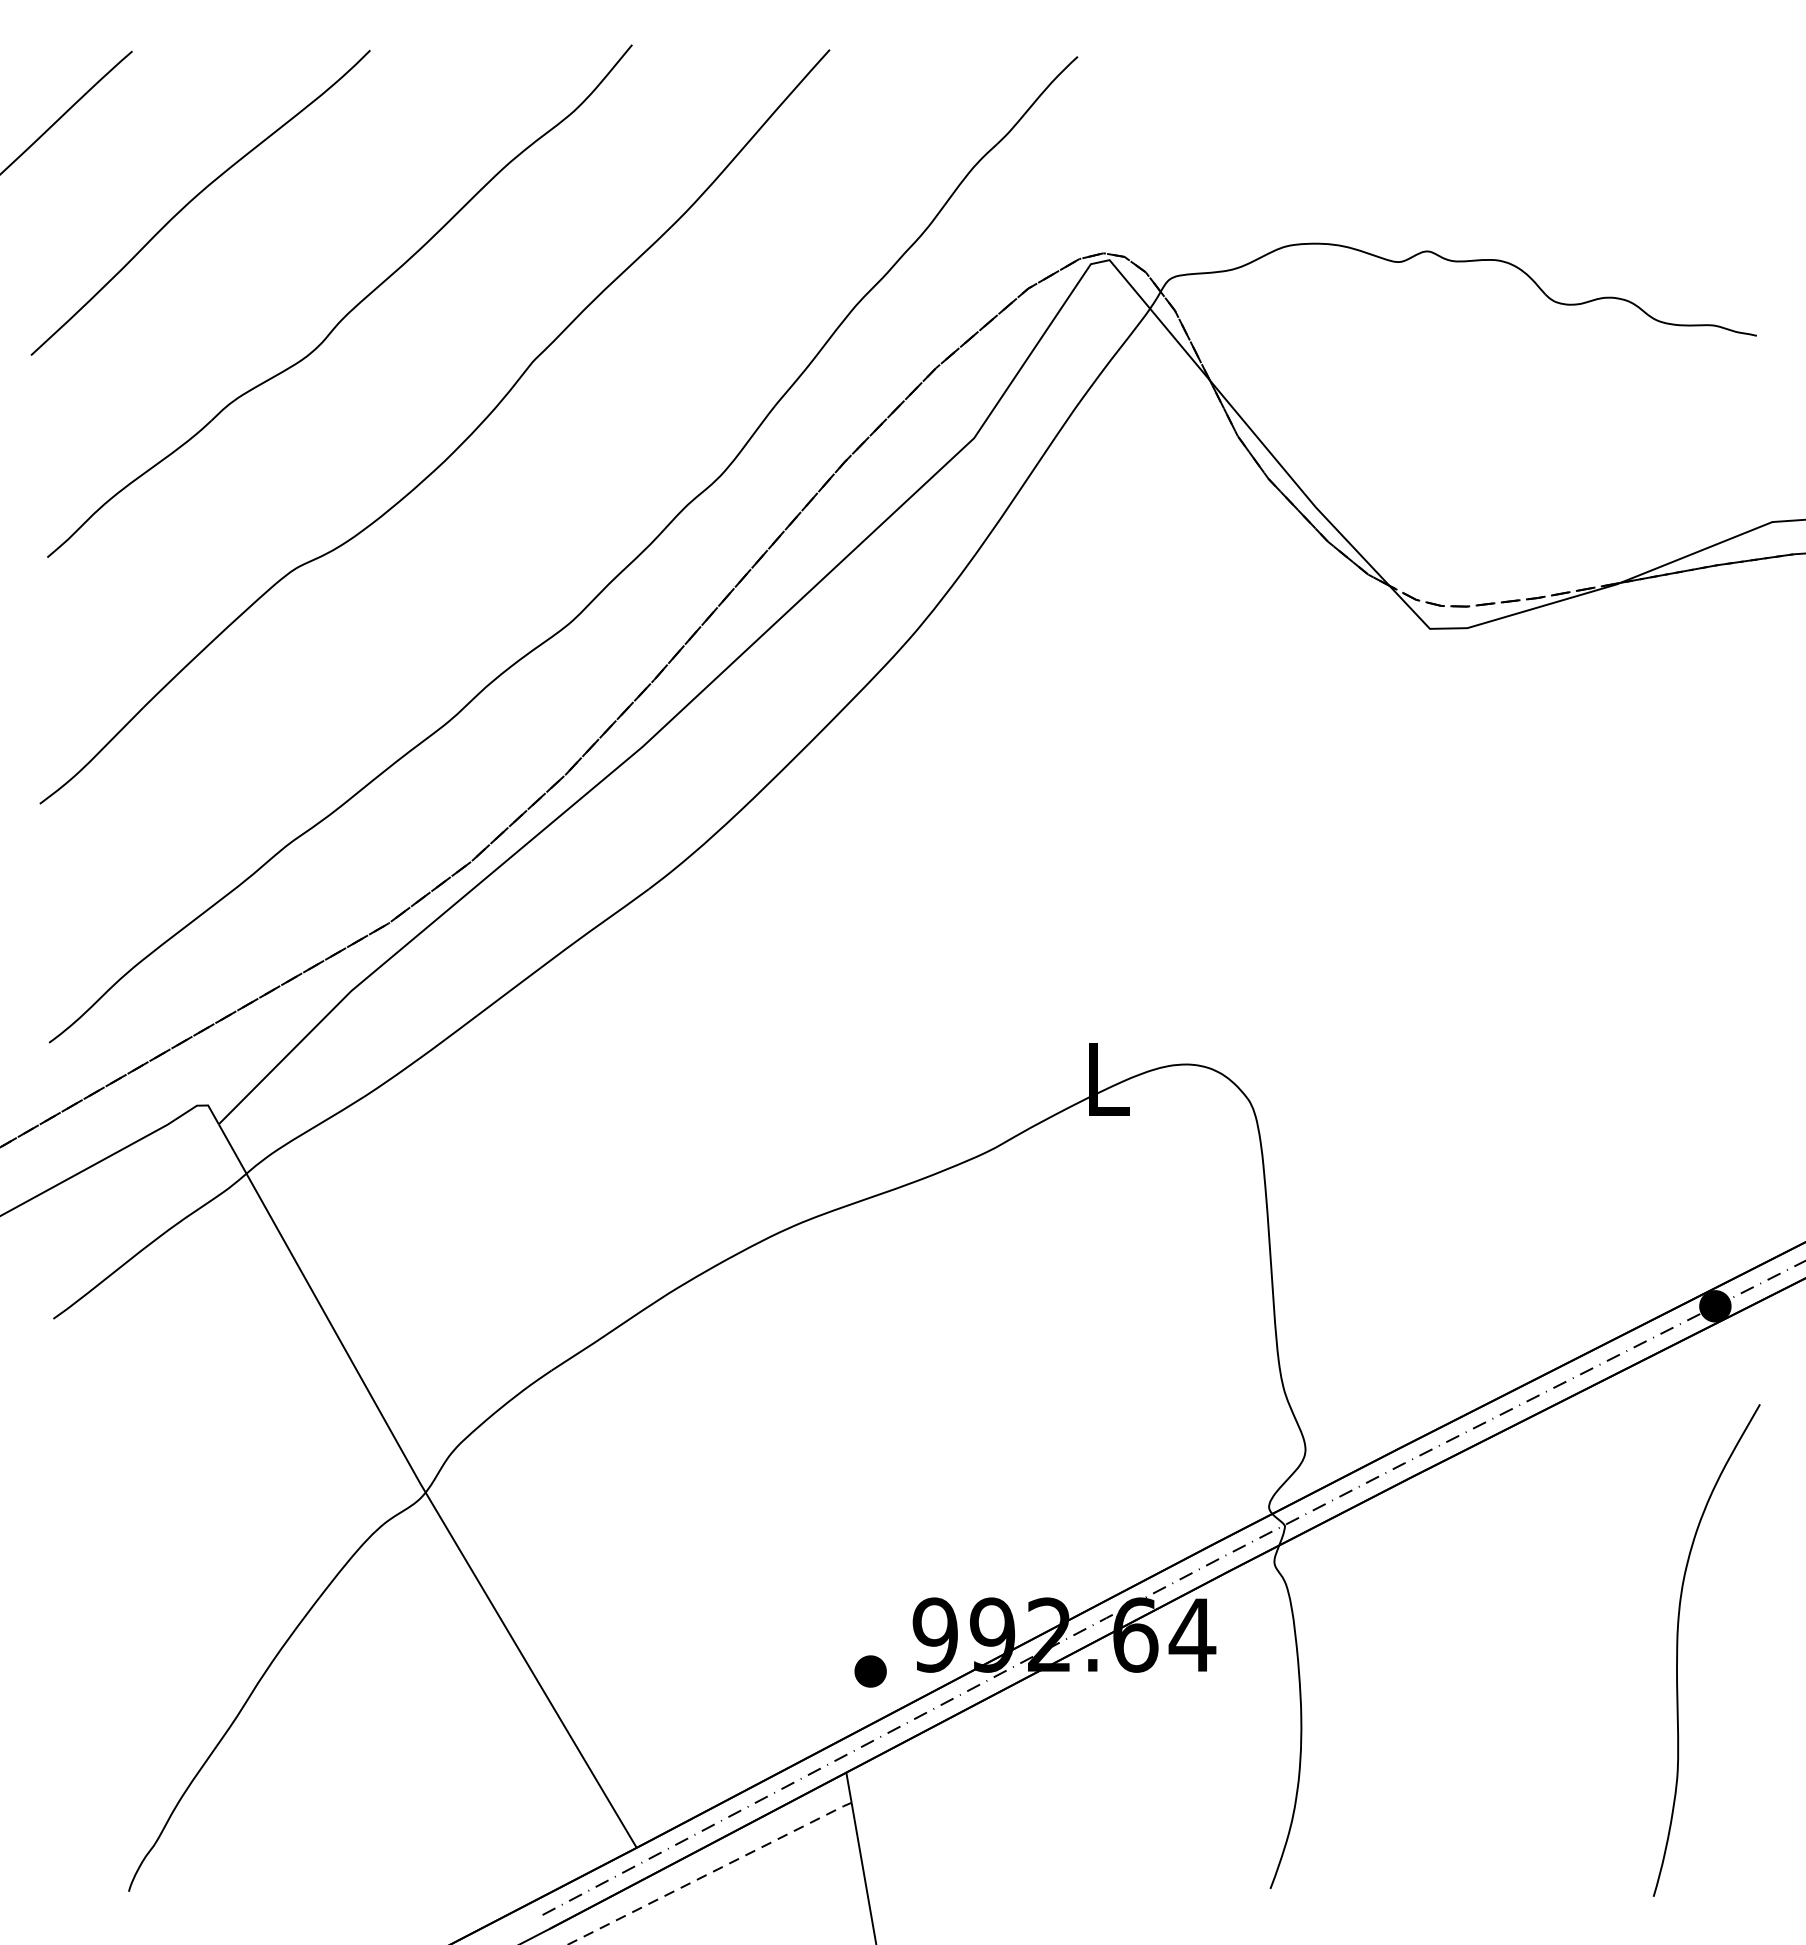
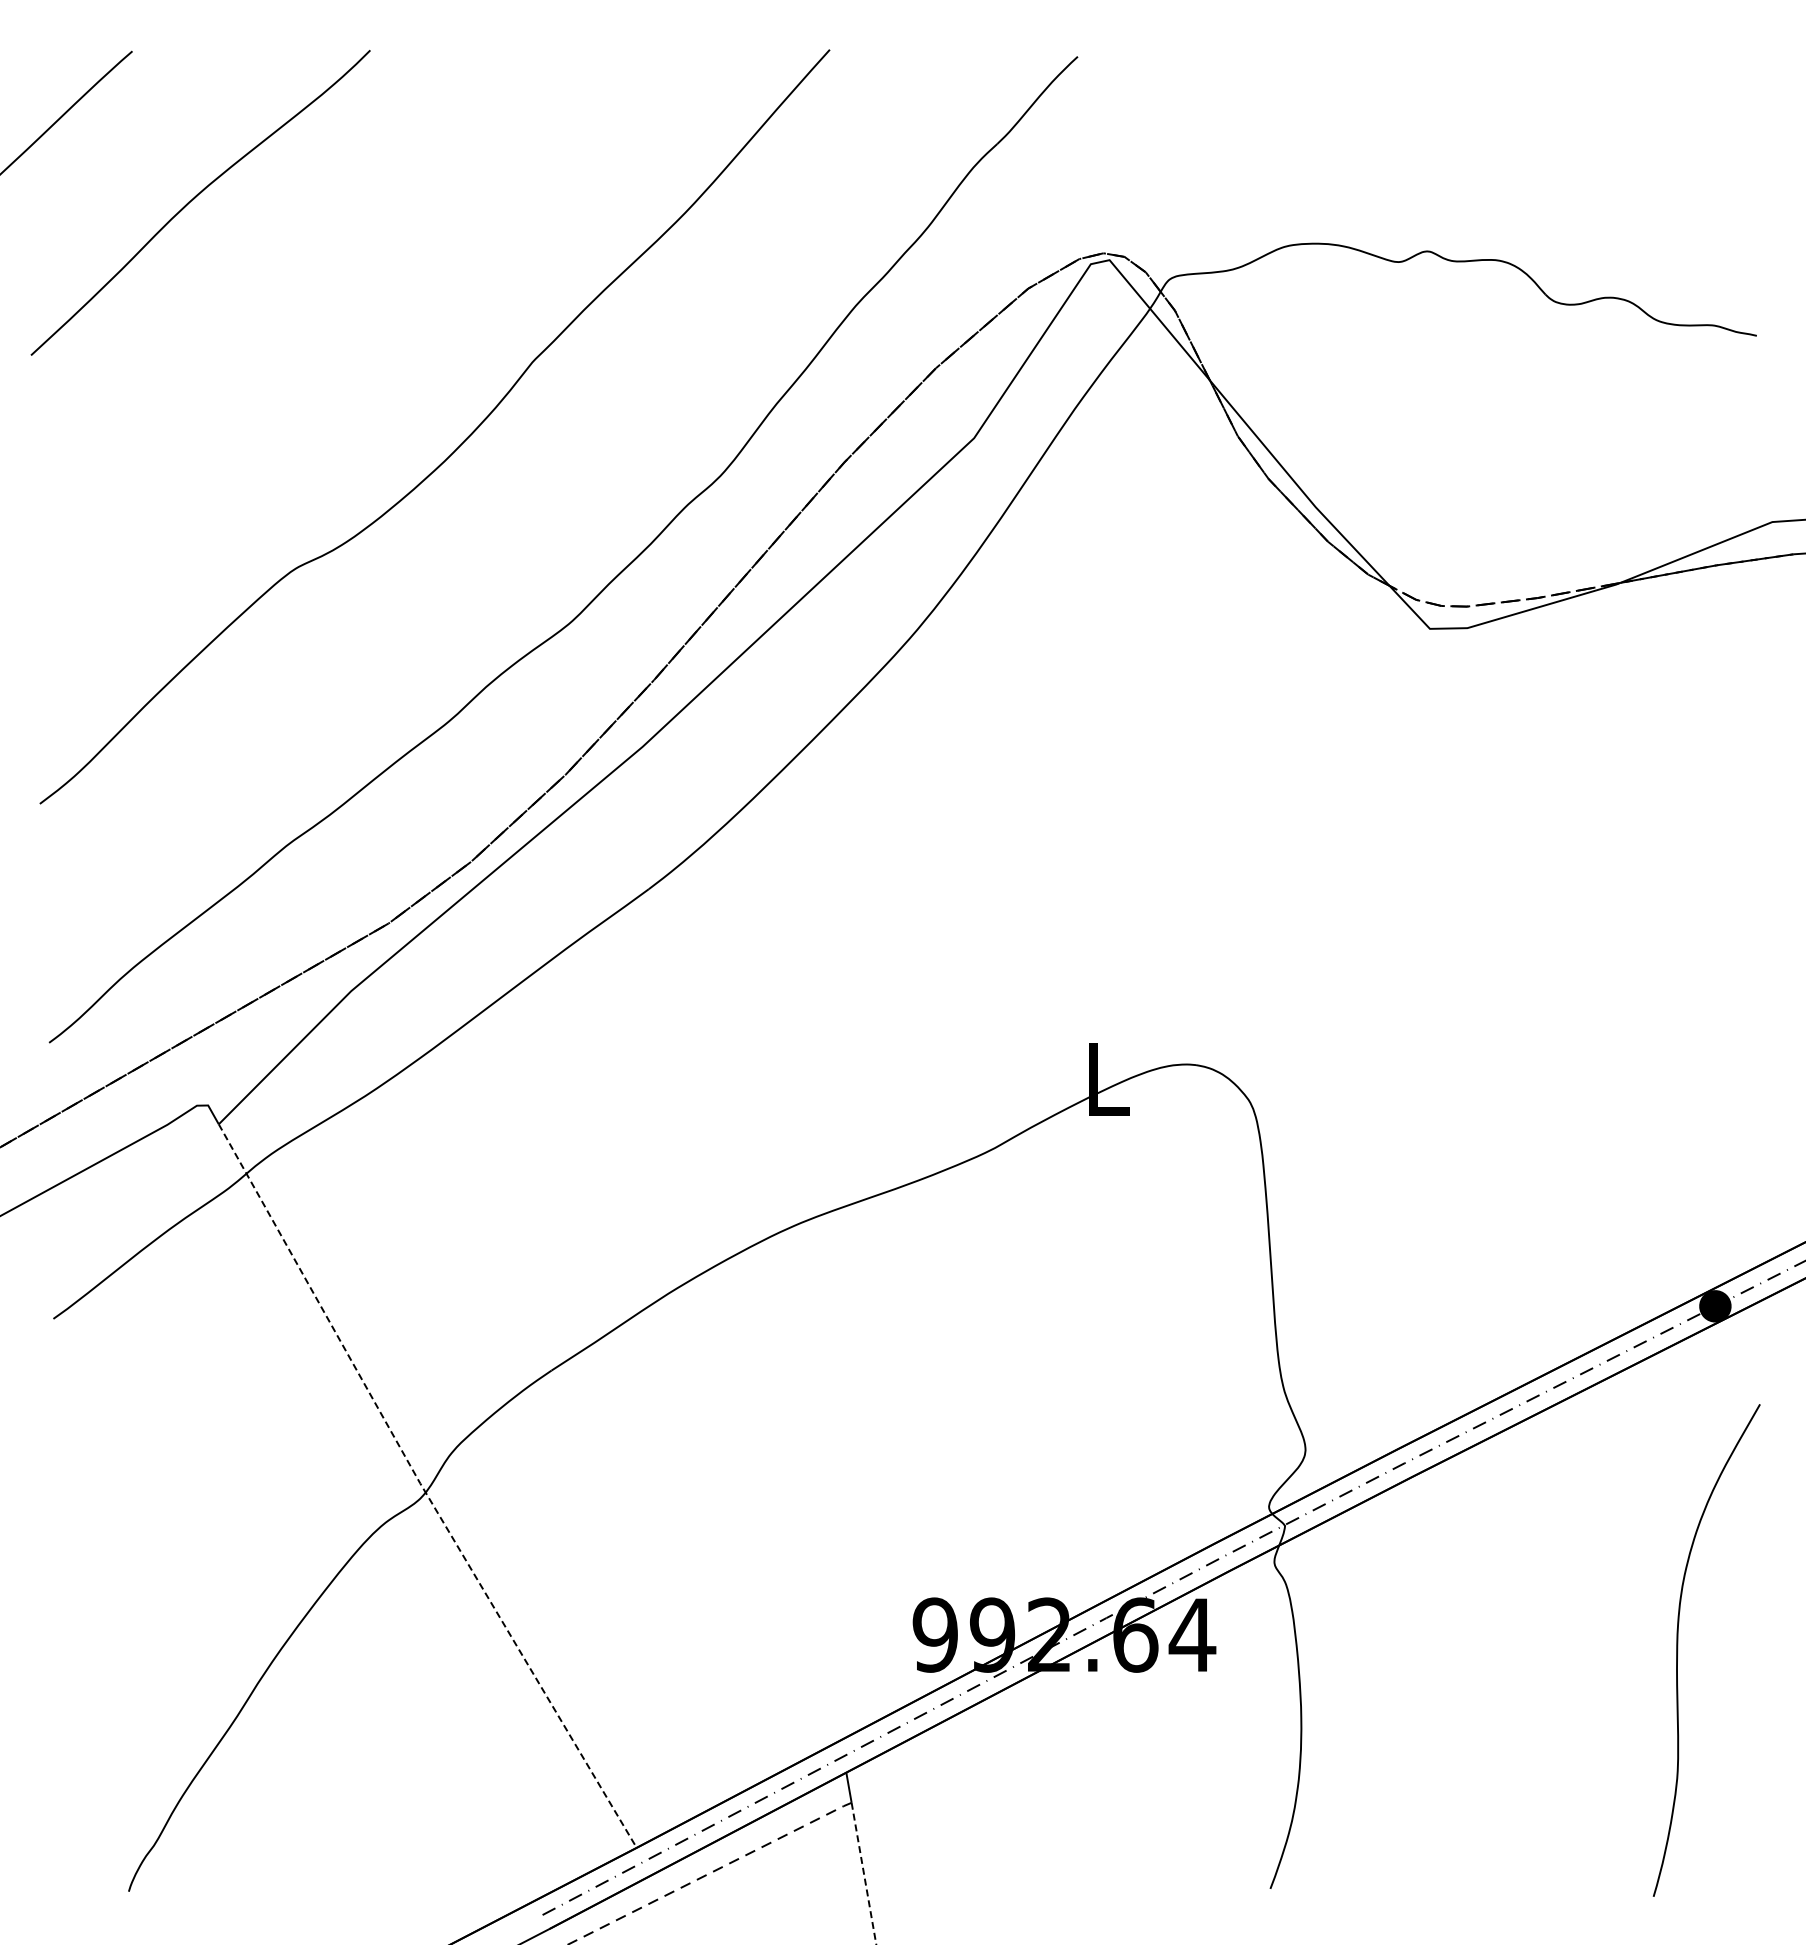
part at (347, 312): present -> none
line at (423, 1488): solid -> dashed
part at (870, 1671): present -> none
line at (863, 1873): solid -> dashed
